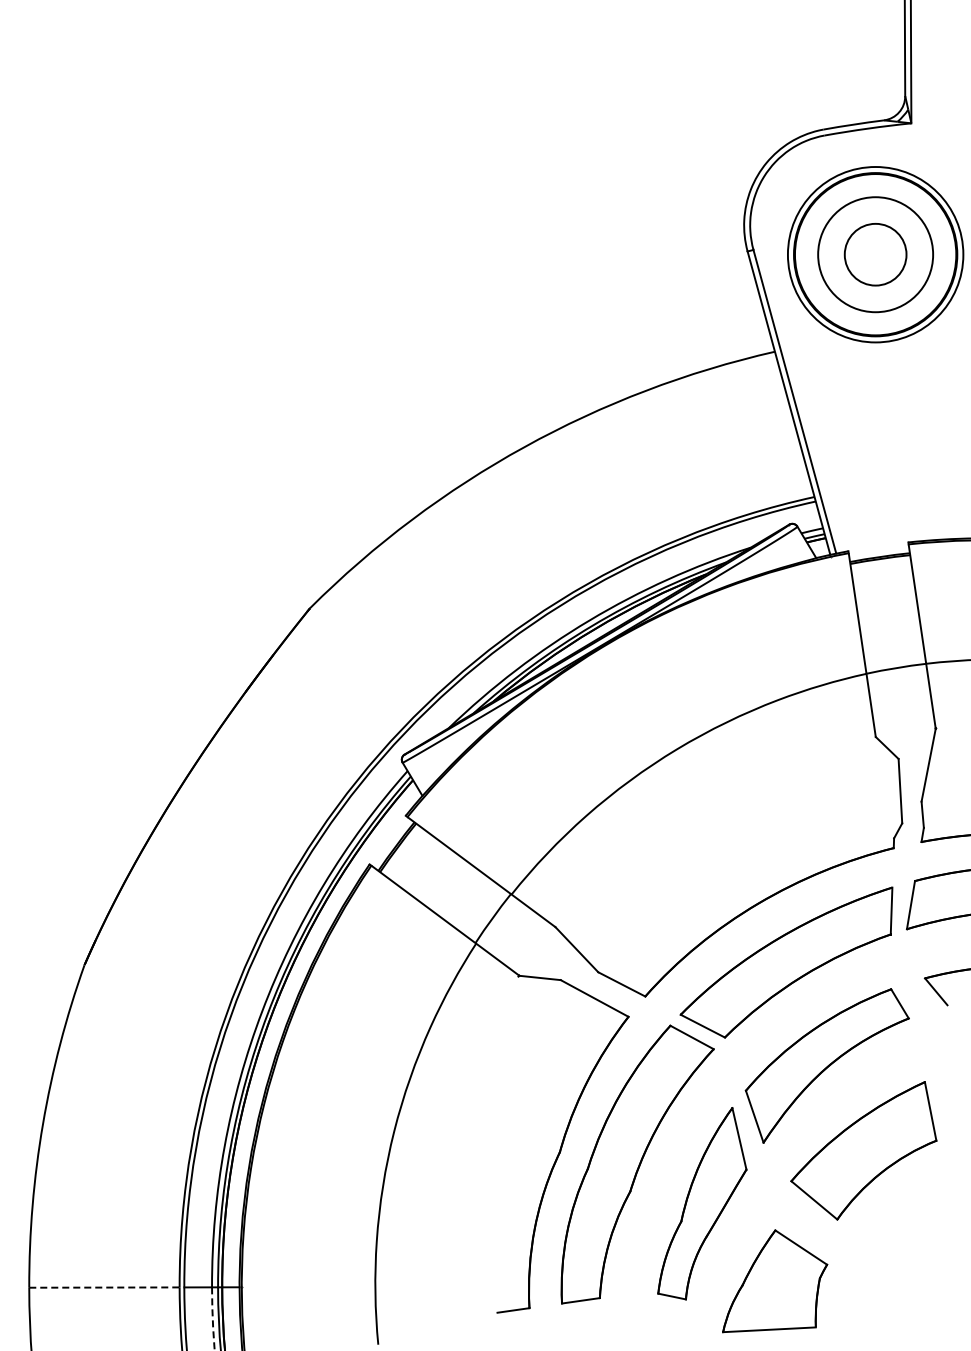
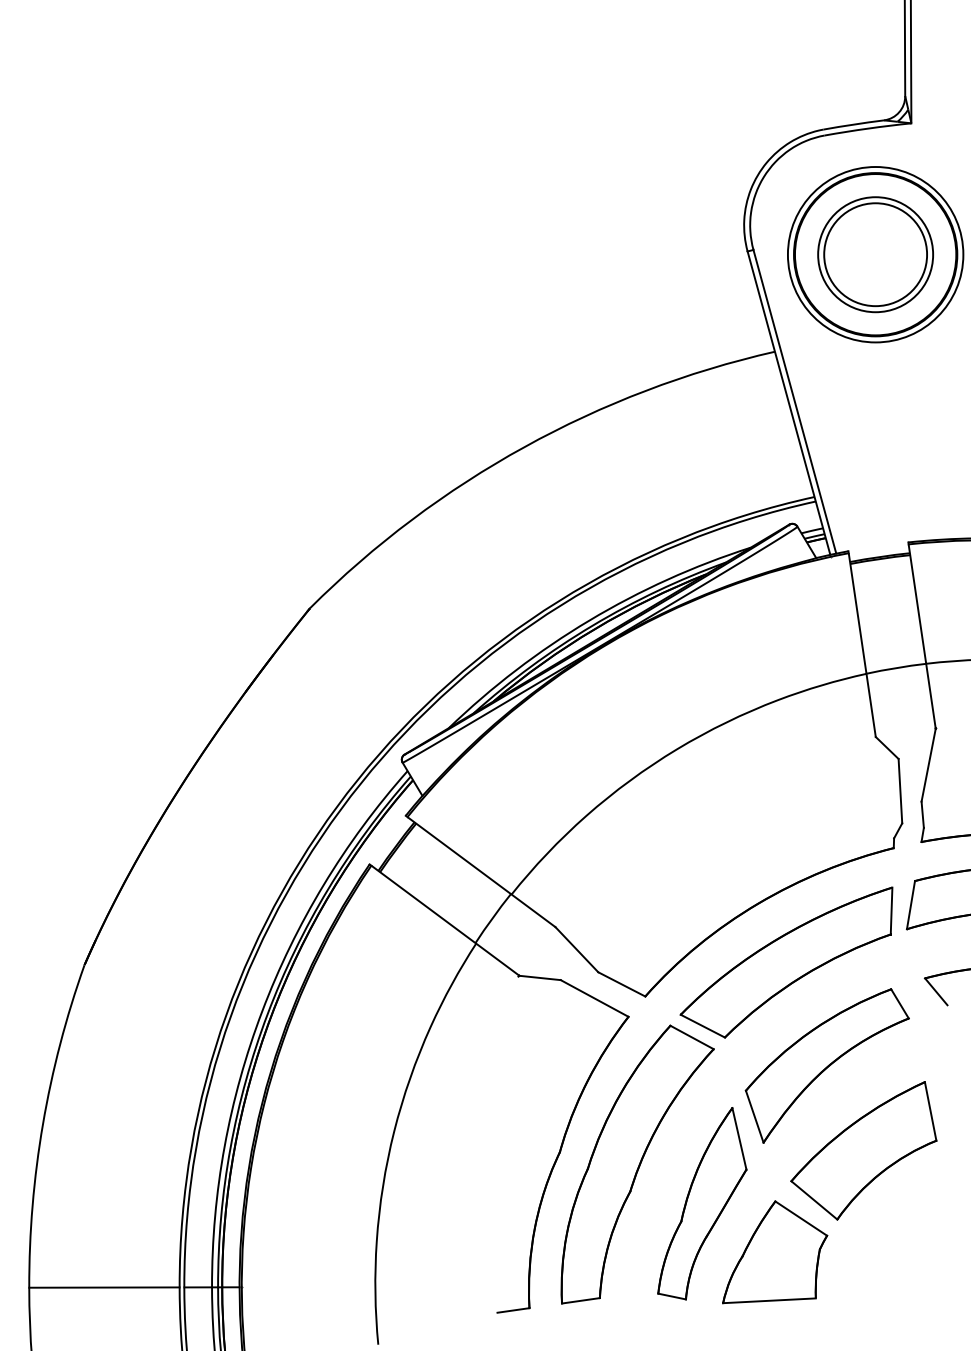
circle at (875, 254) diameter: 62 px -> 103 px
part at (775, 1281) position: (775, 1281) -> (775, 1252)
line at (104, 1287): dashed -> solid
arc at (212, 1319): dashed -> solid
